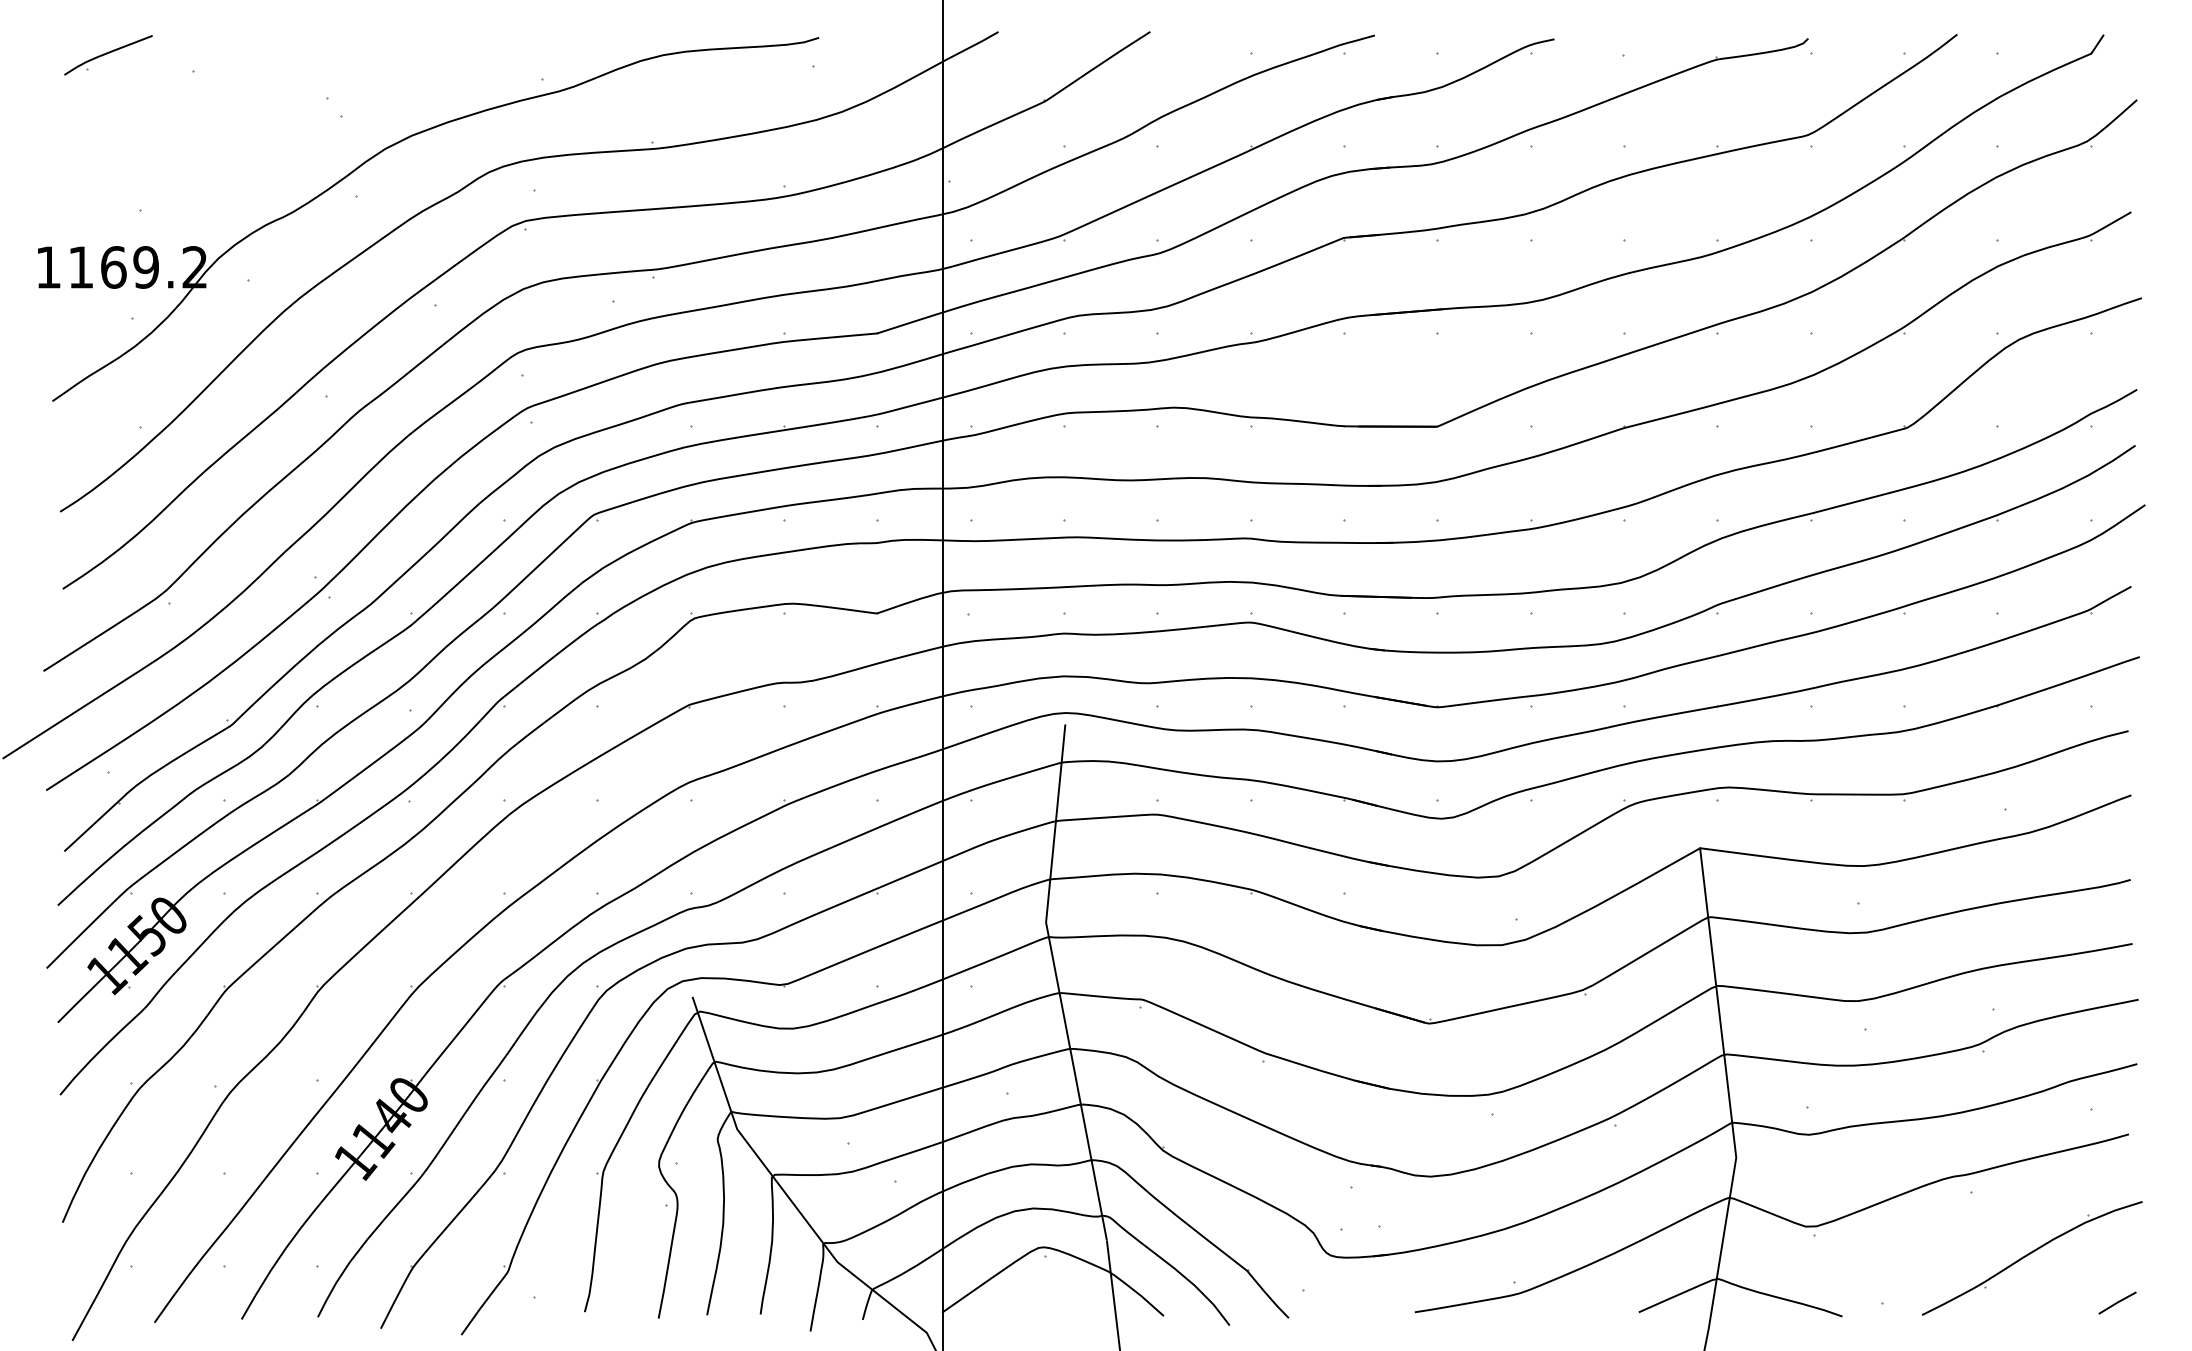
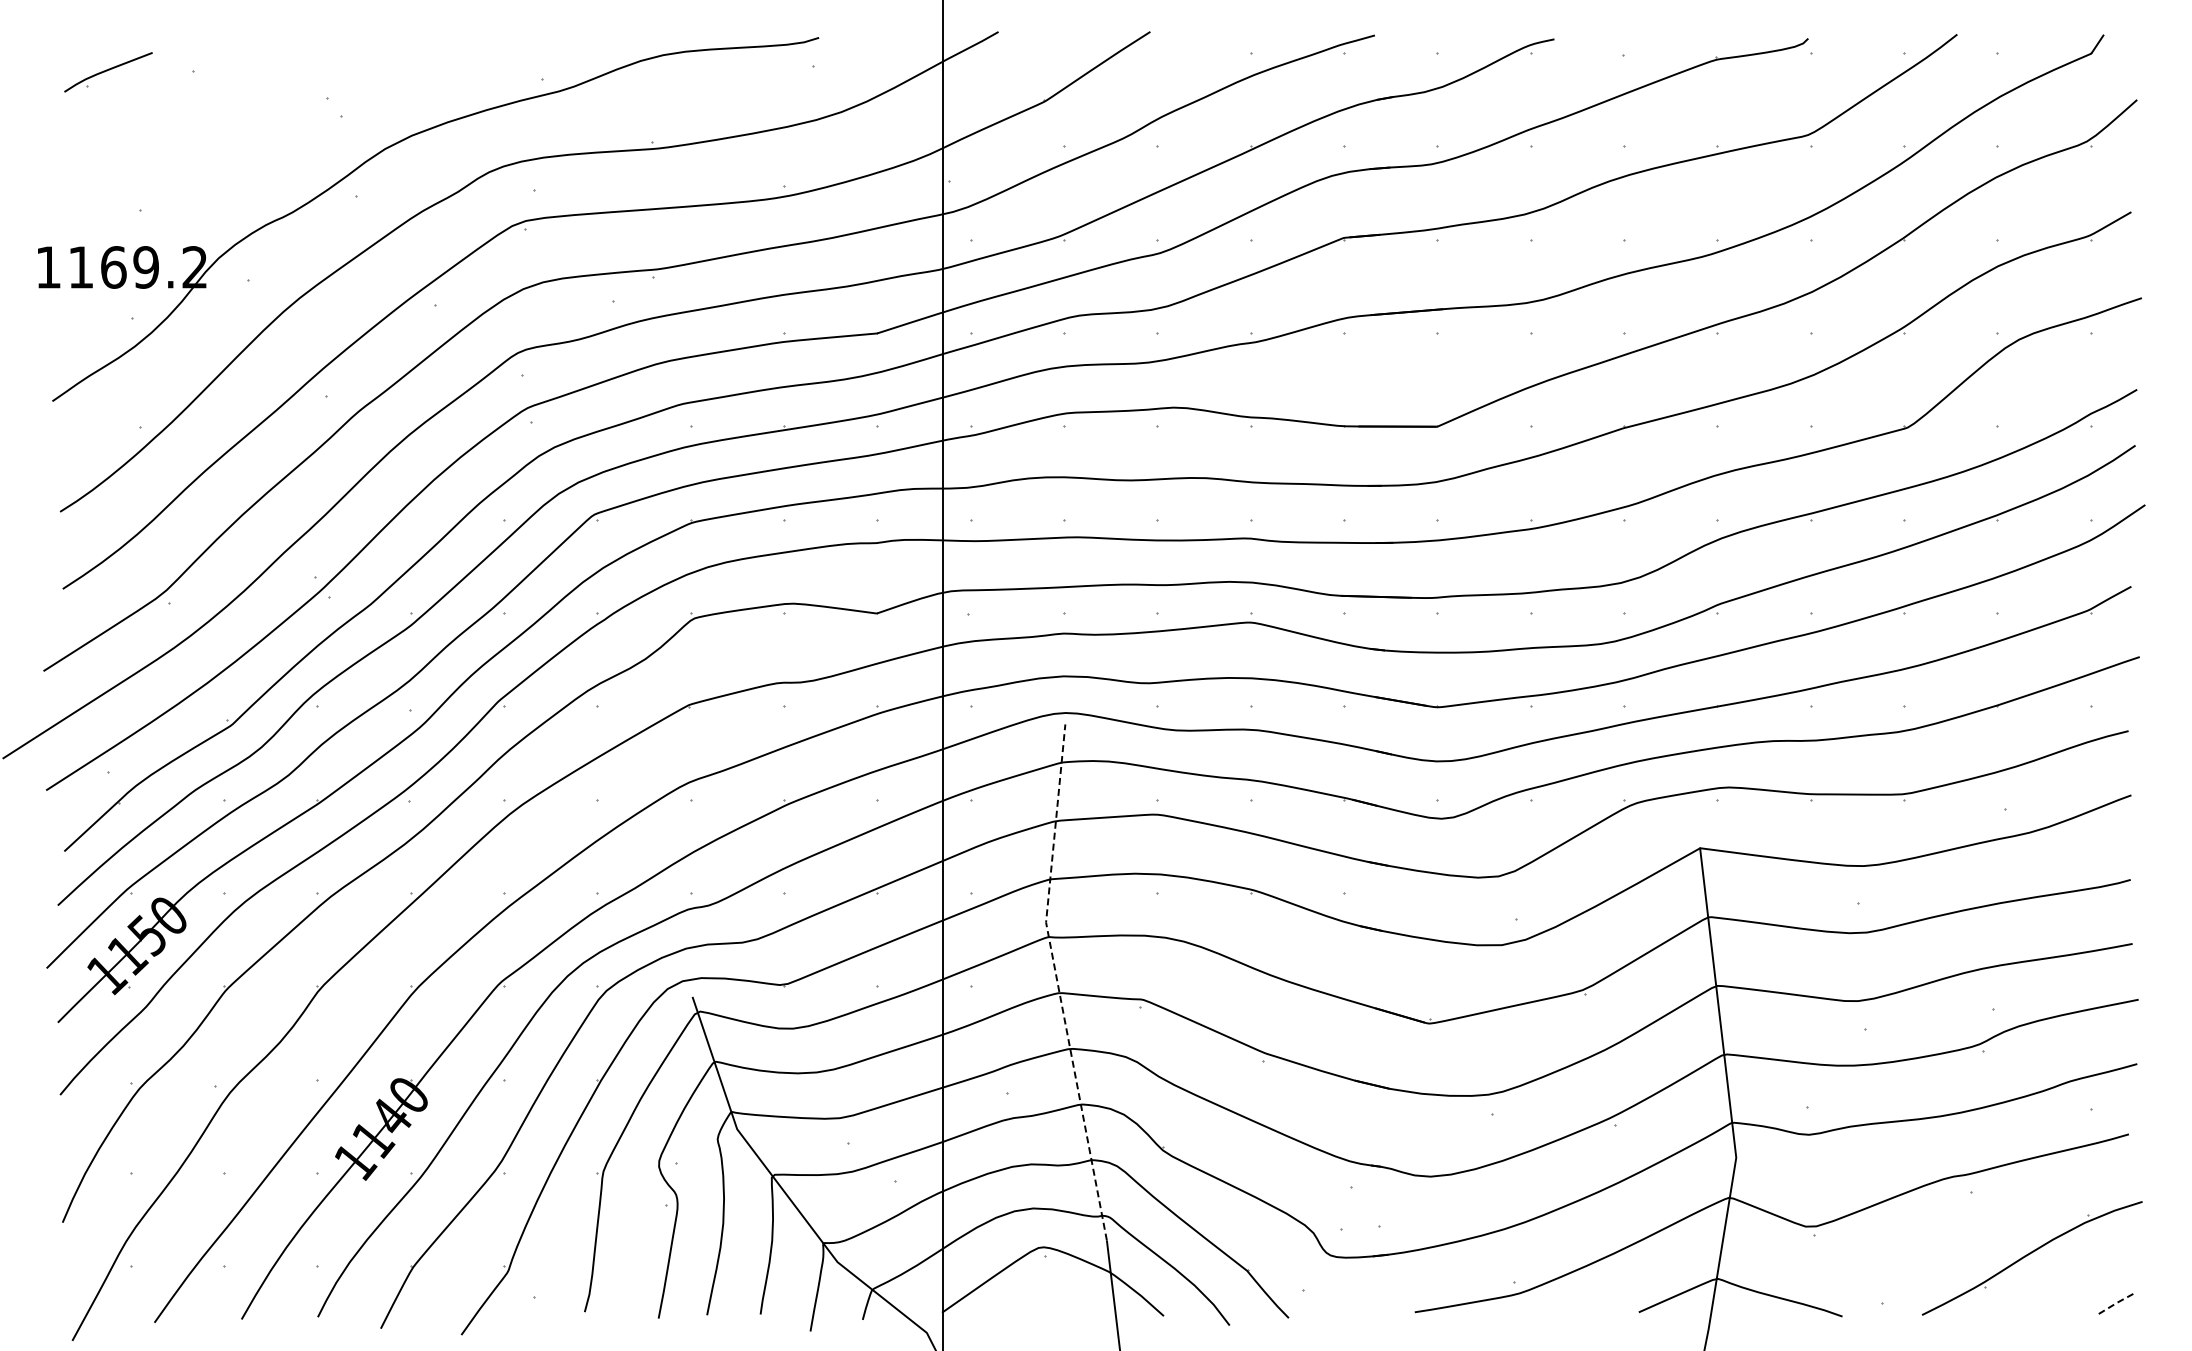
part at (108, 55) position: (108, 55) -> (108, 72)
line at (1057, 982): solid -> dashed
line at (2117, 1302): solid -> dashed
